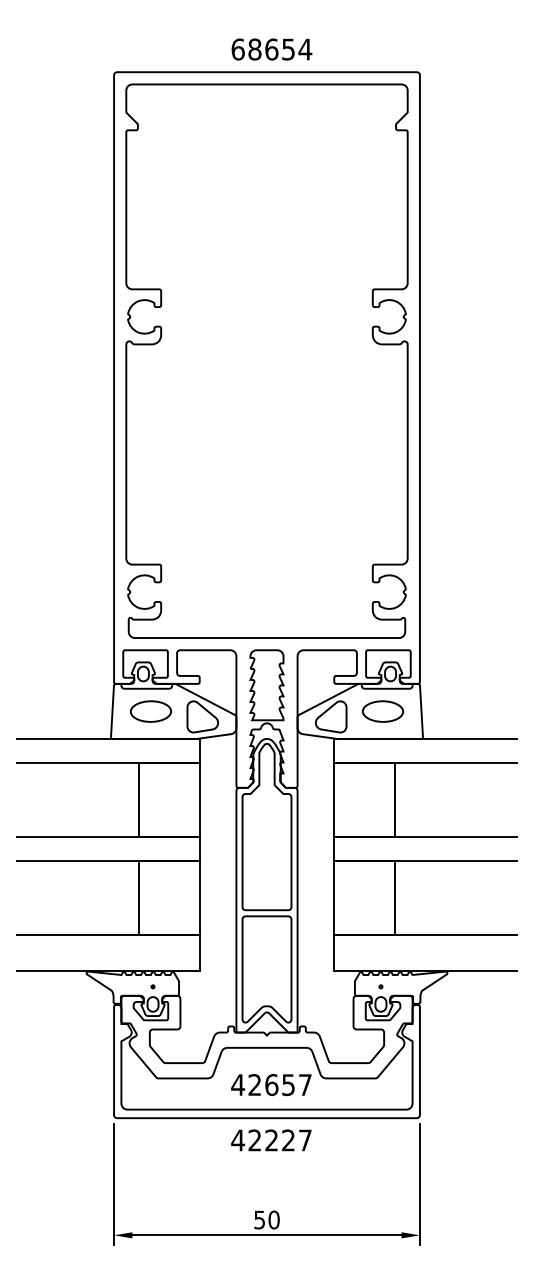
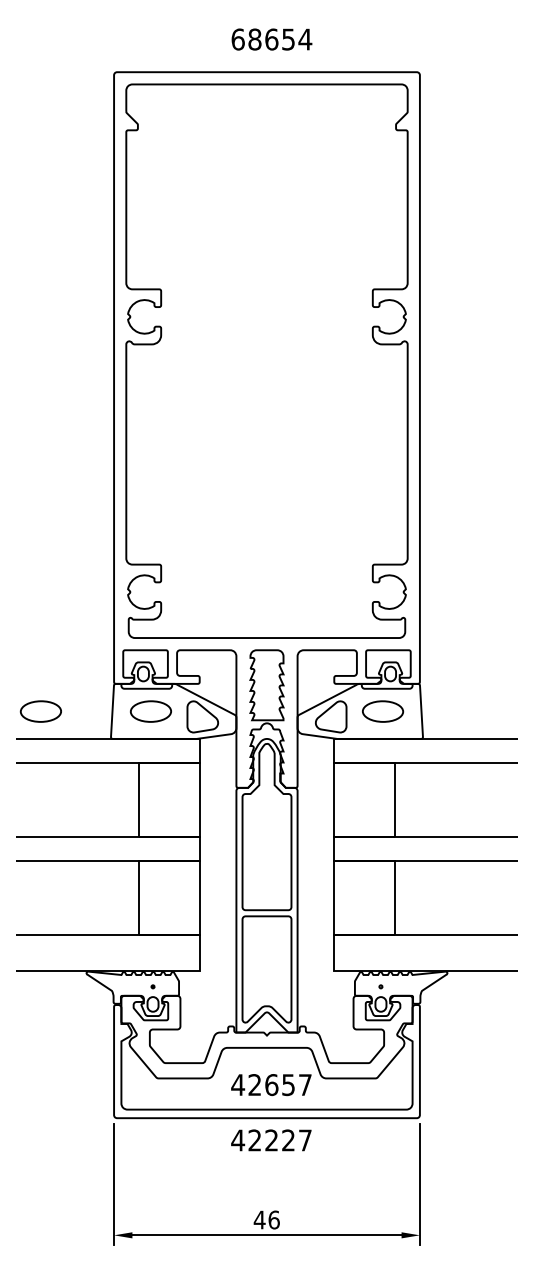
text at (271, 49) position: (271, 49) -> (271, 39)
part at (40, 711): none -> present
text at (266, 1219): 50 -> 46
